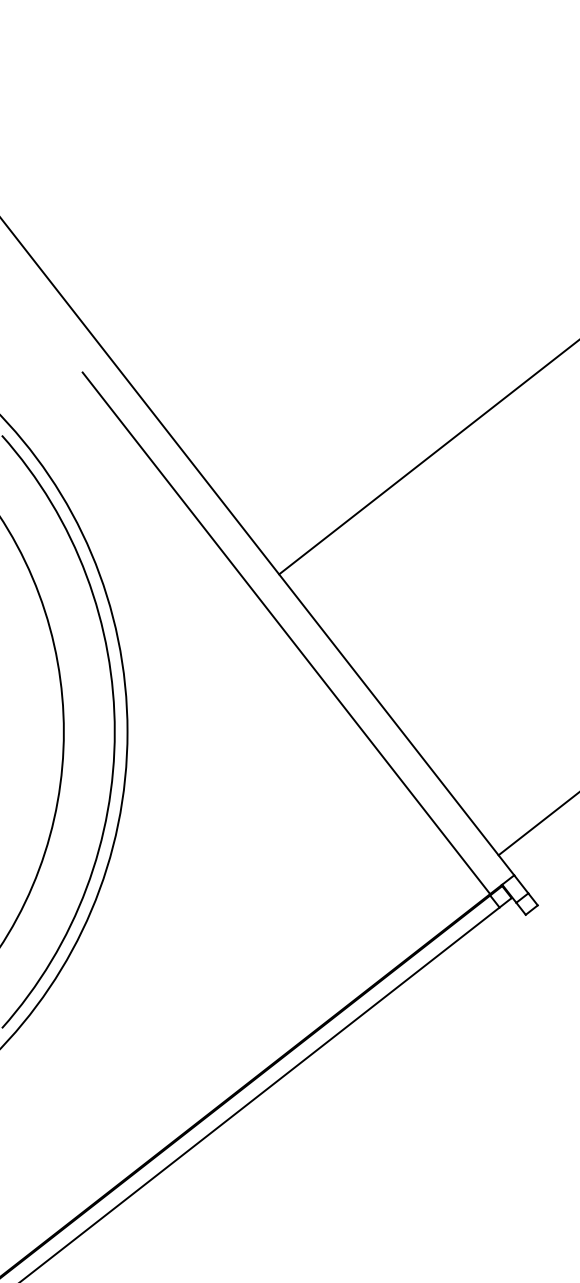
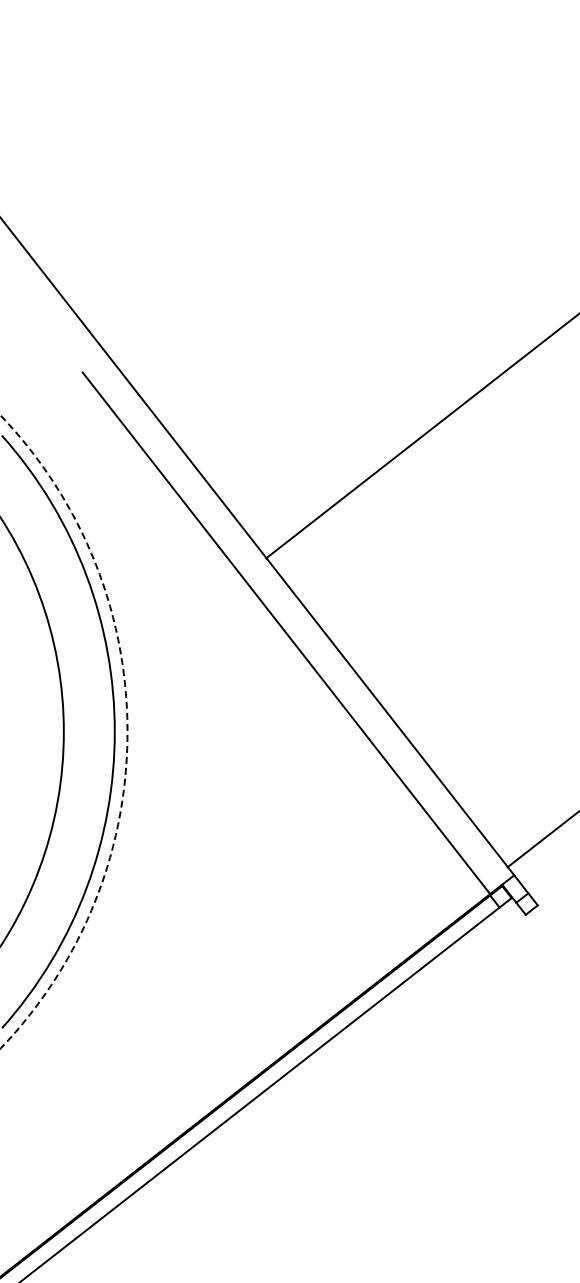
line at (427, 458) position: (427, 458) -> (421, 436)
circle at (63, 731): solid -> dashed
line at (537, 824) position: (537, 824) -> (541, 840)
